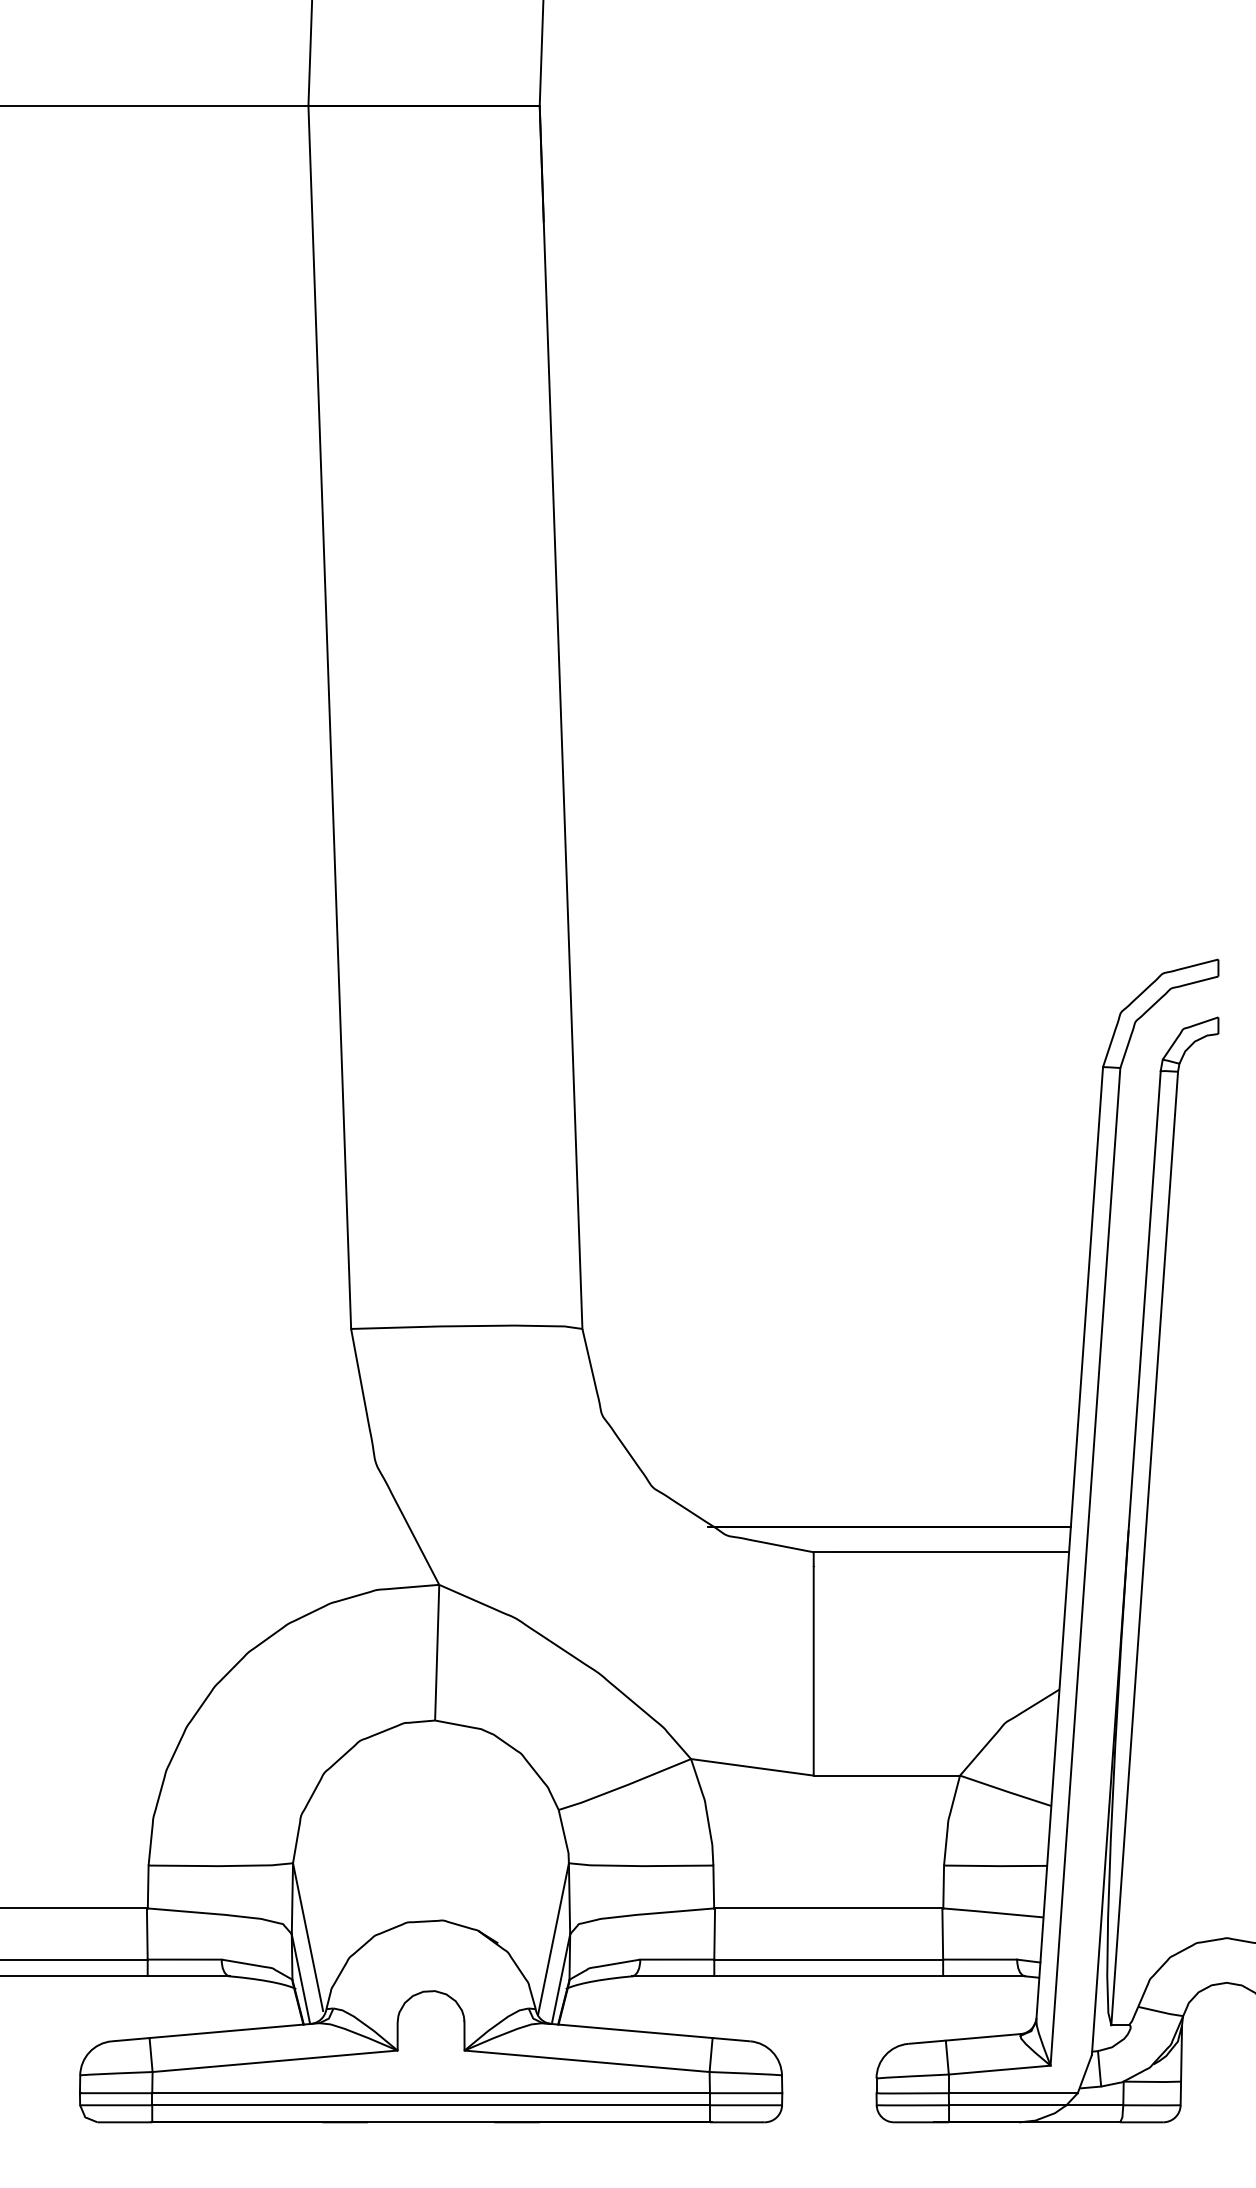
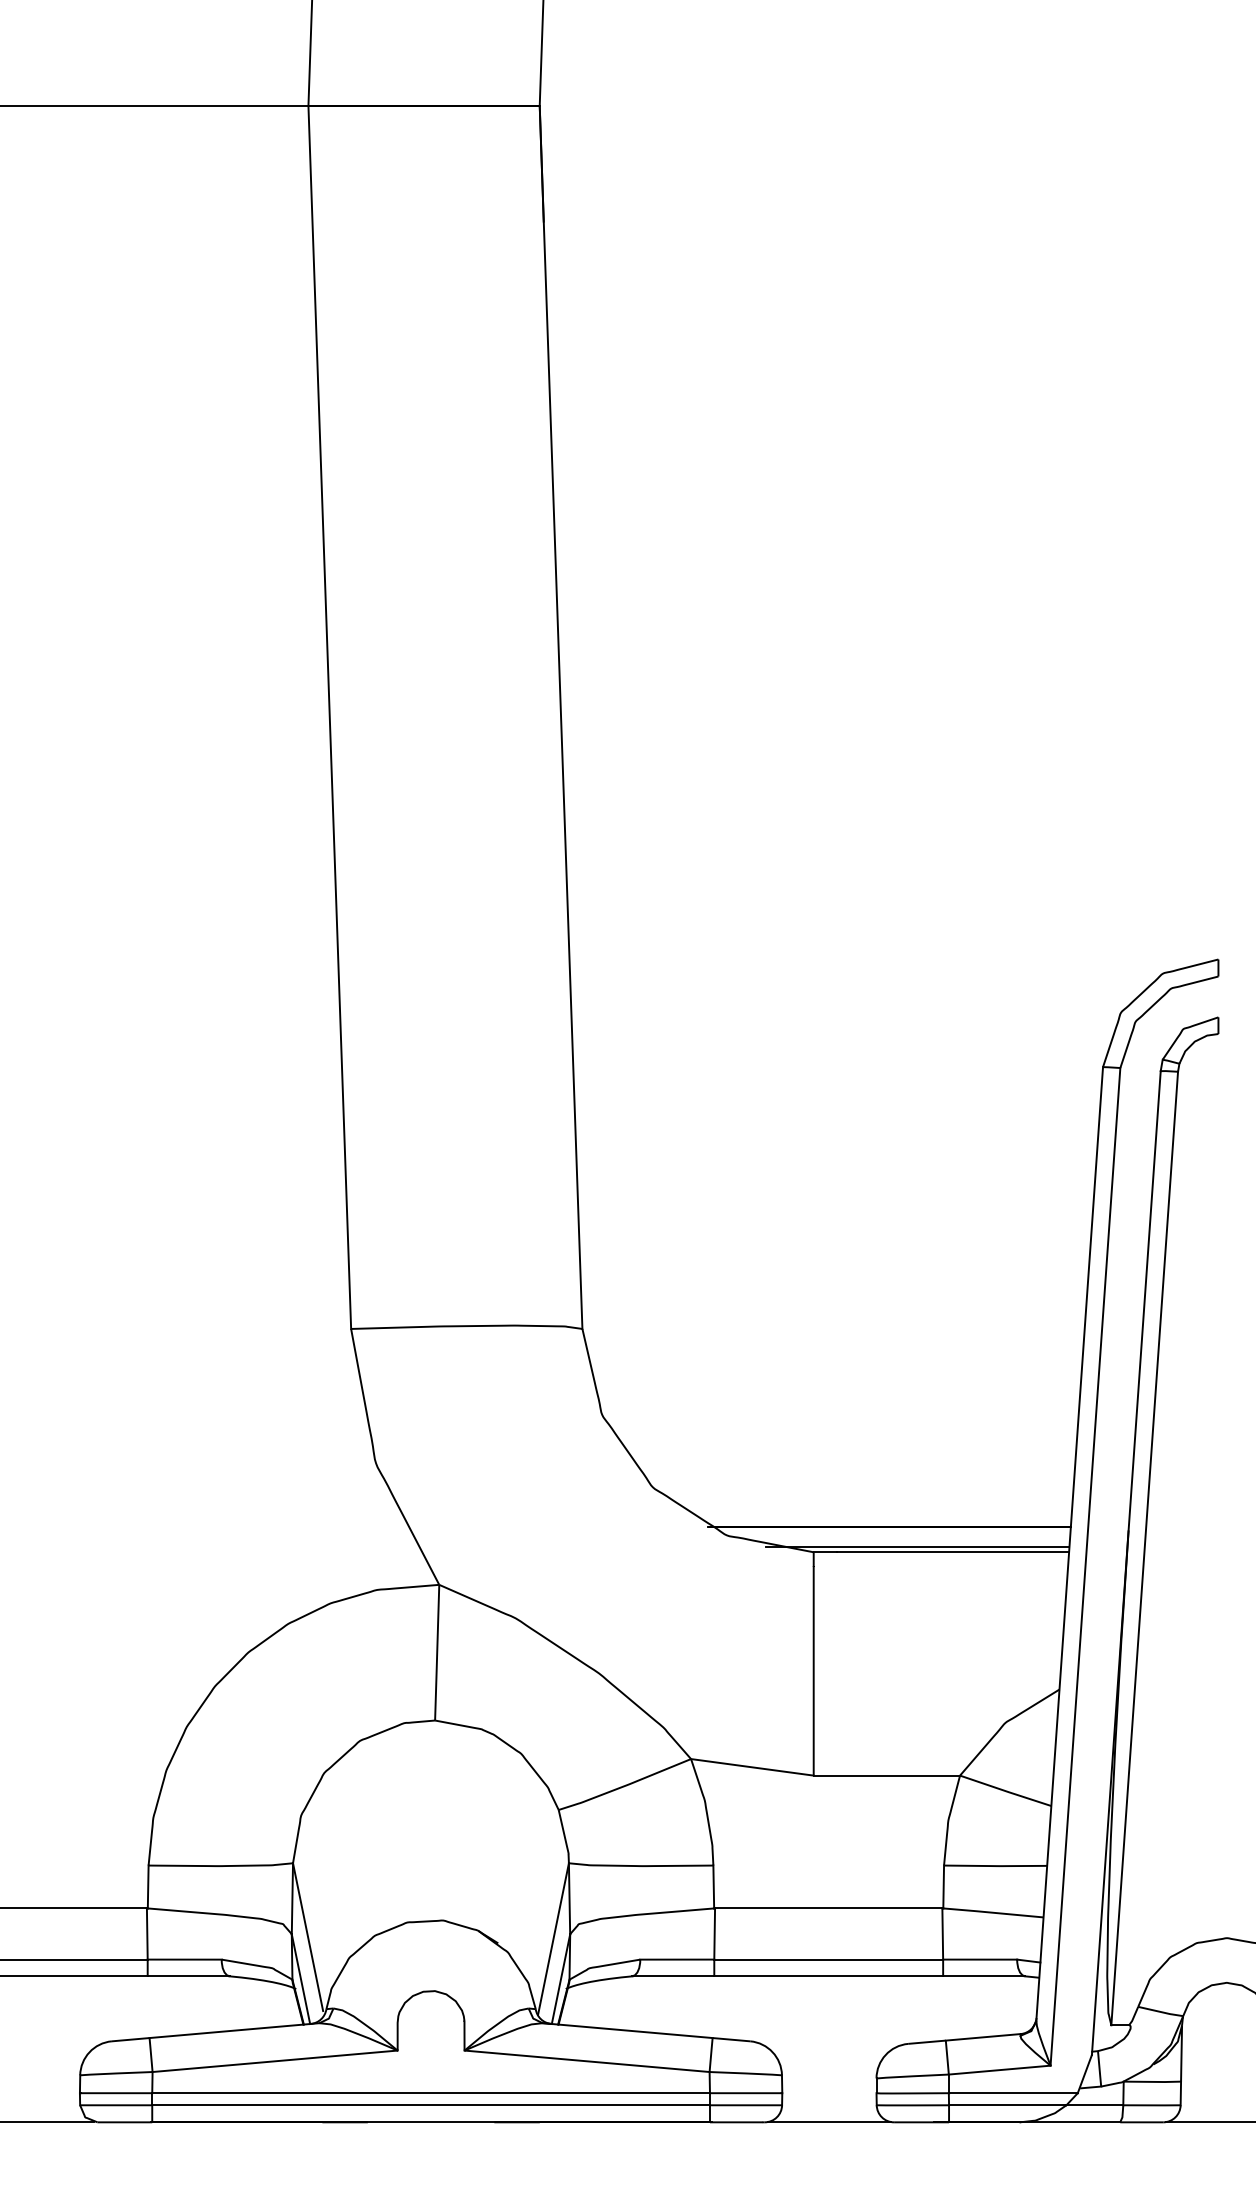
line at (917, 1547): none -> present
line at (48, 2122): none -> present
line at (829, 2122): none -> present
line at (1208, 2122): none -> present
